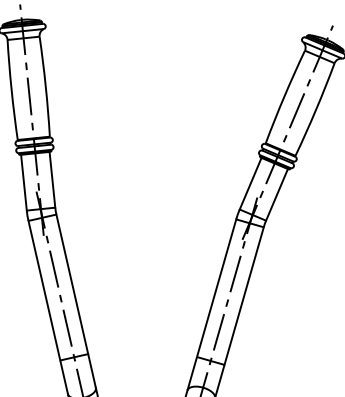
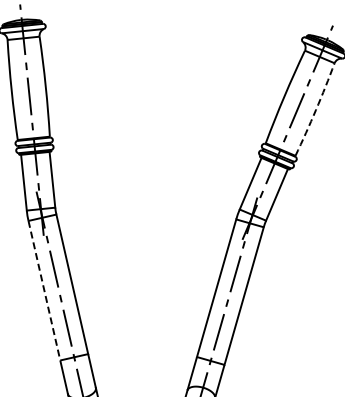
arc at (316, 109): solid -> dashed
line at (44, 290): solid -> dashed
